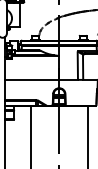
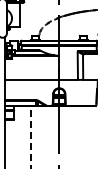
line at (87, 135): present -> none
line at (30, 136): solid -> dashed
